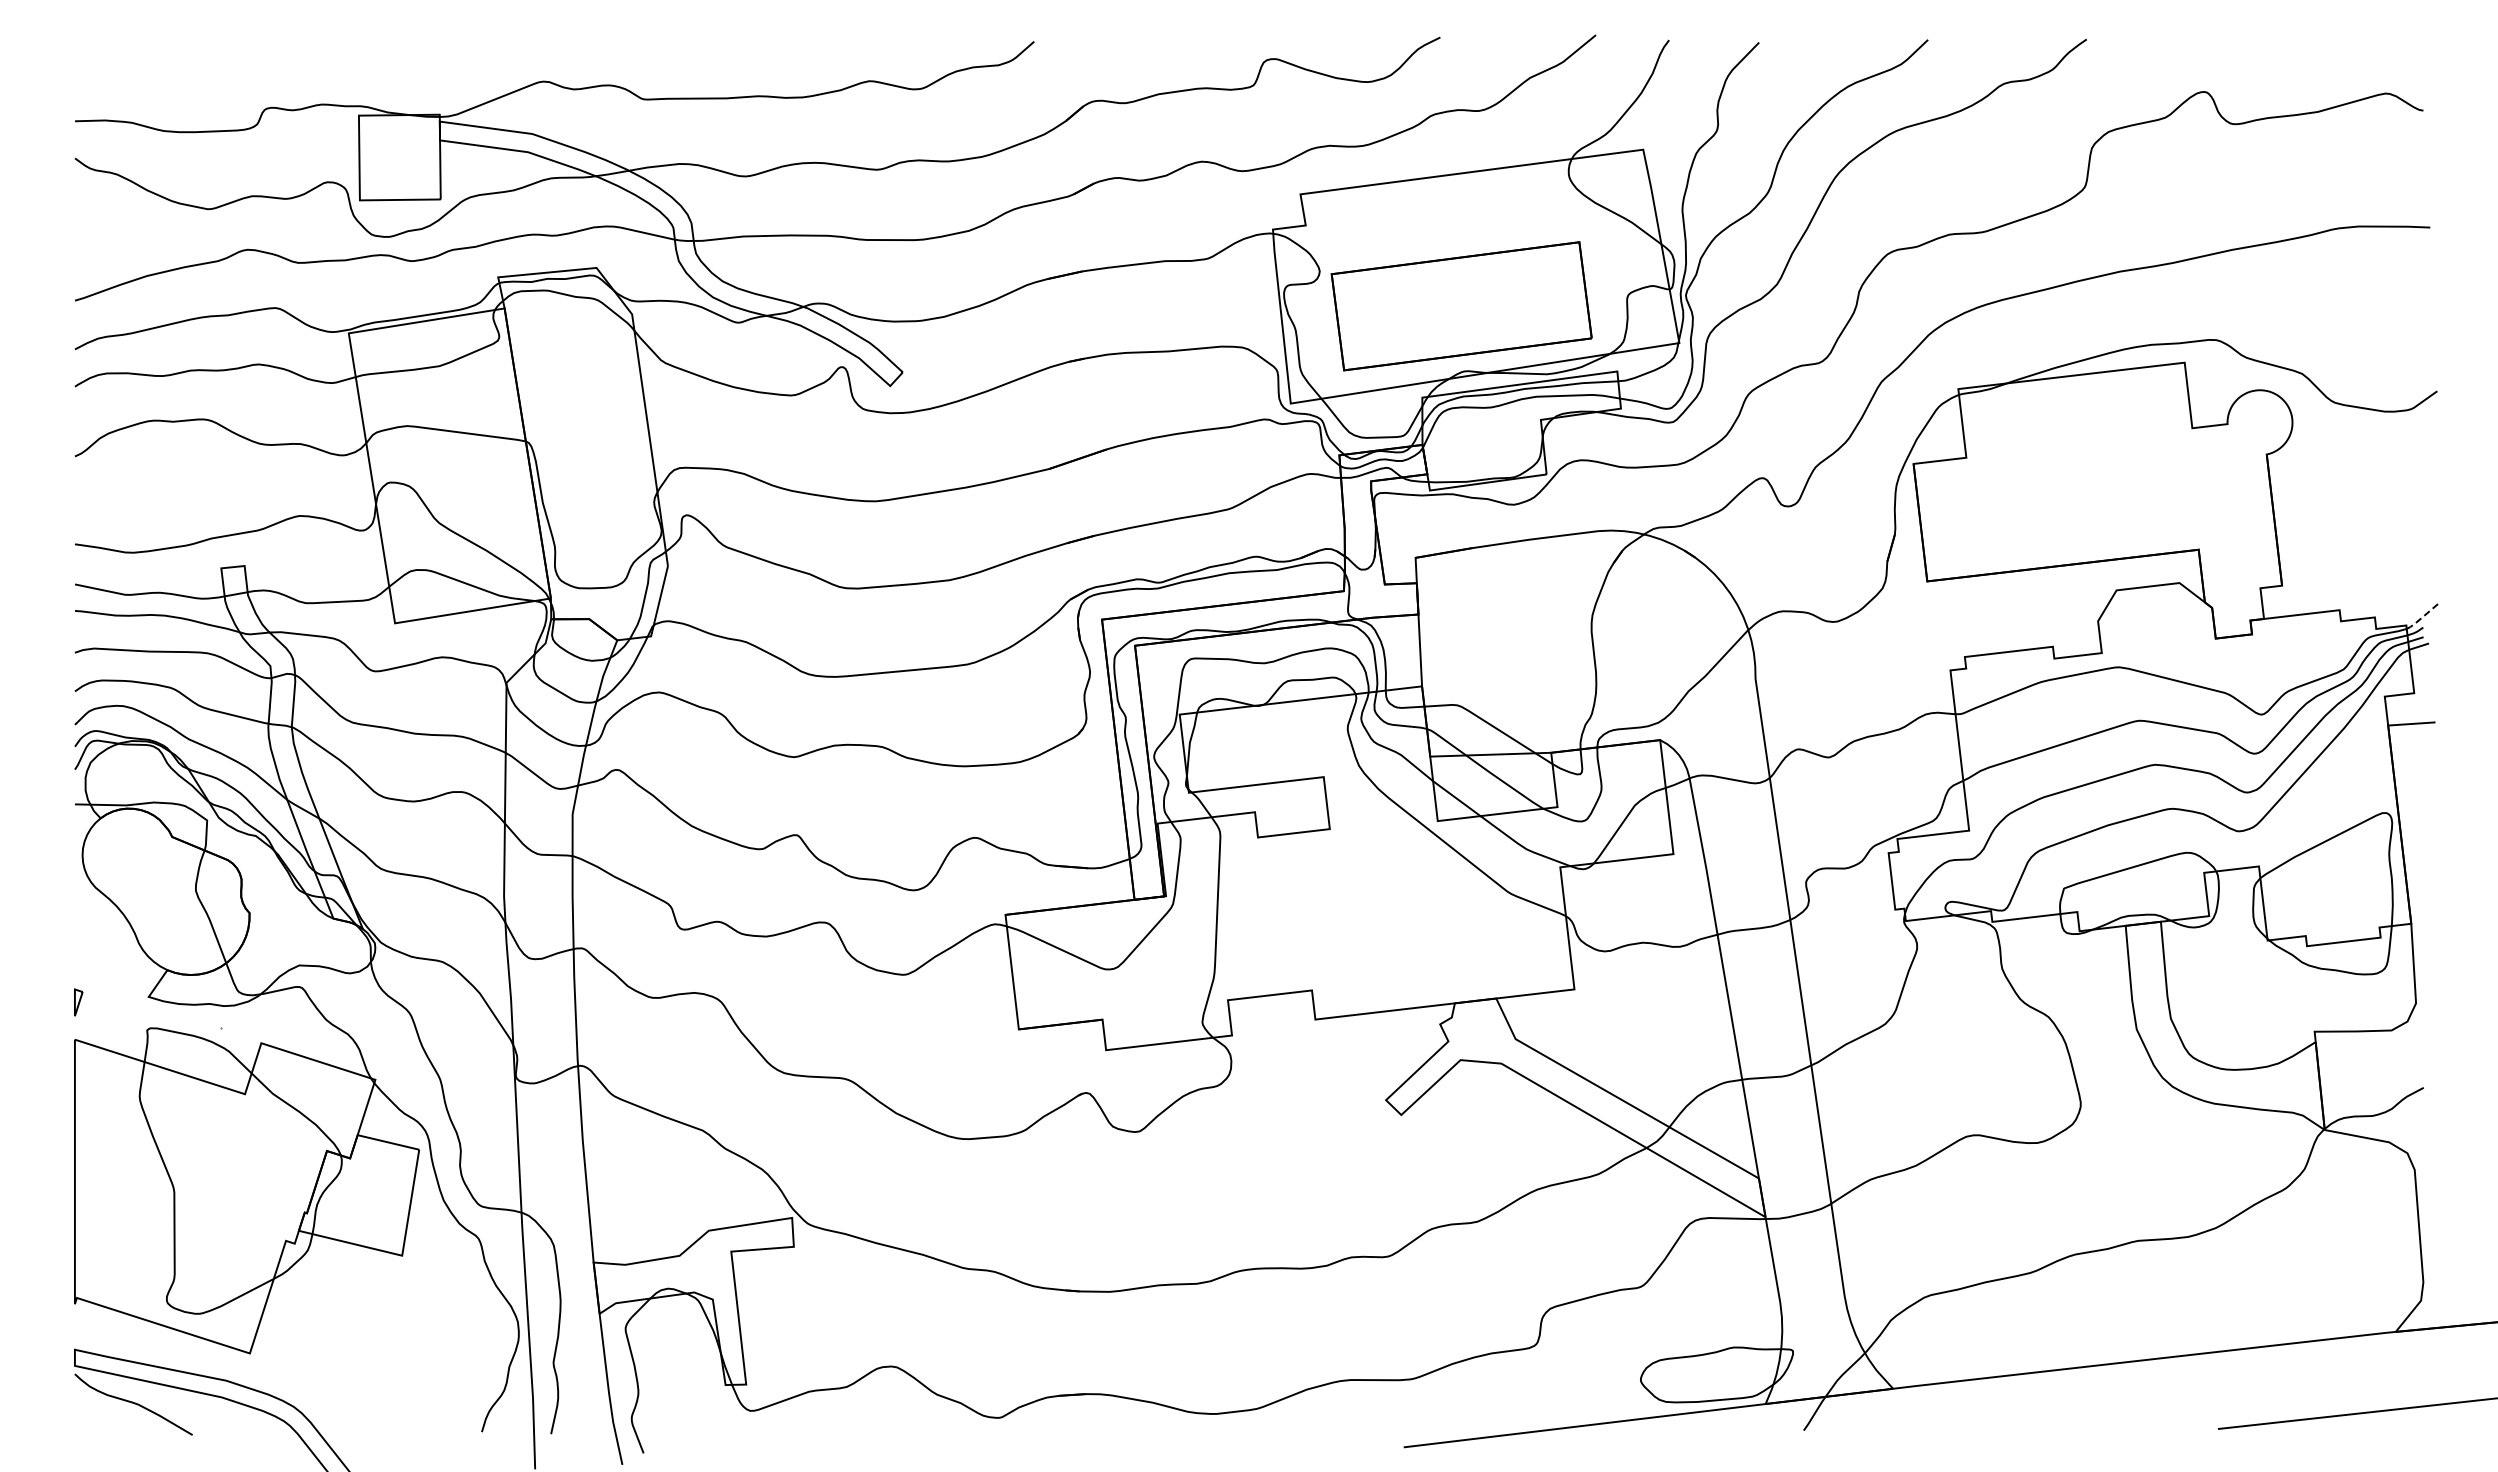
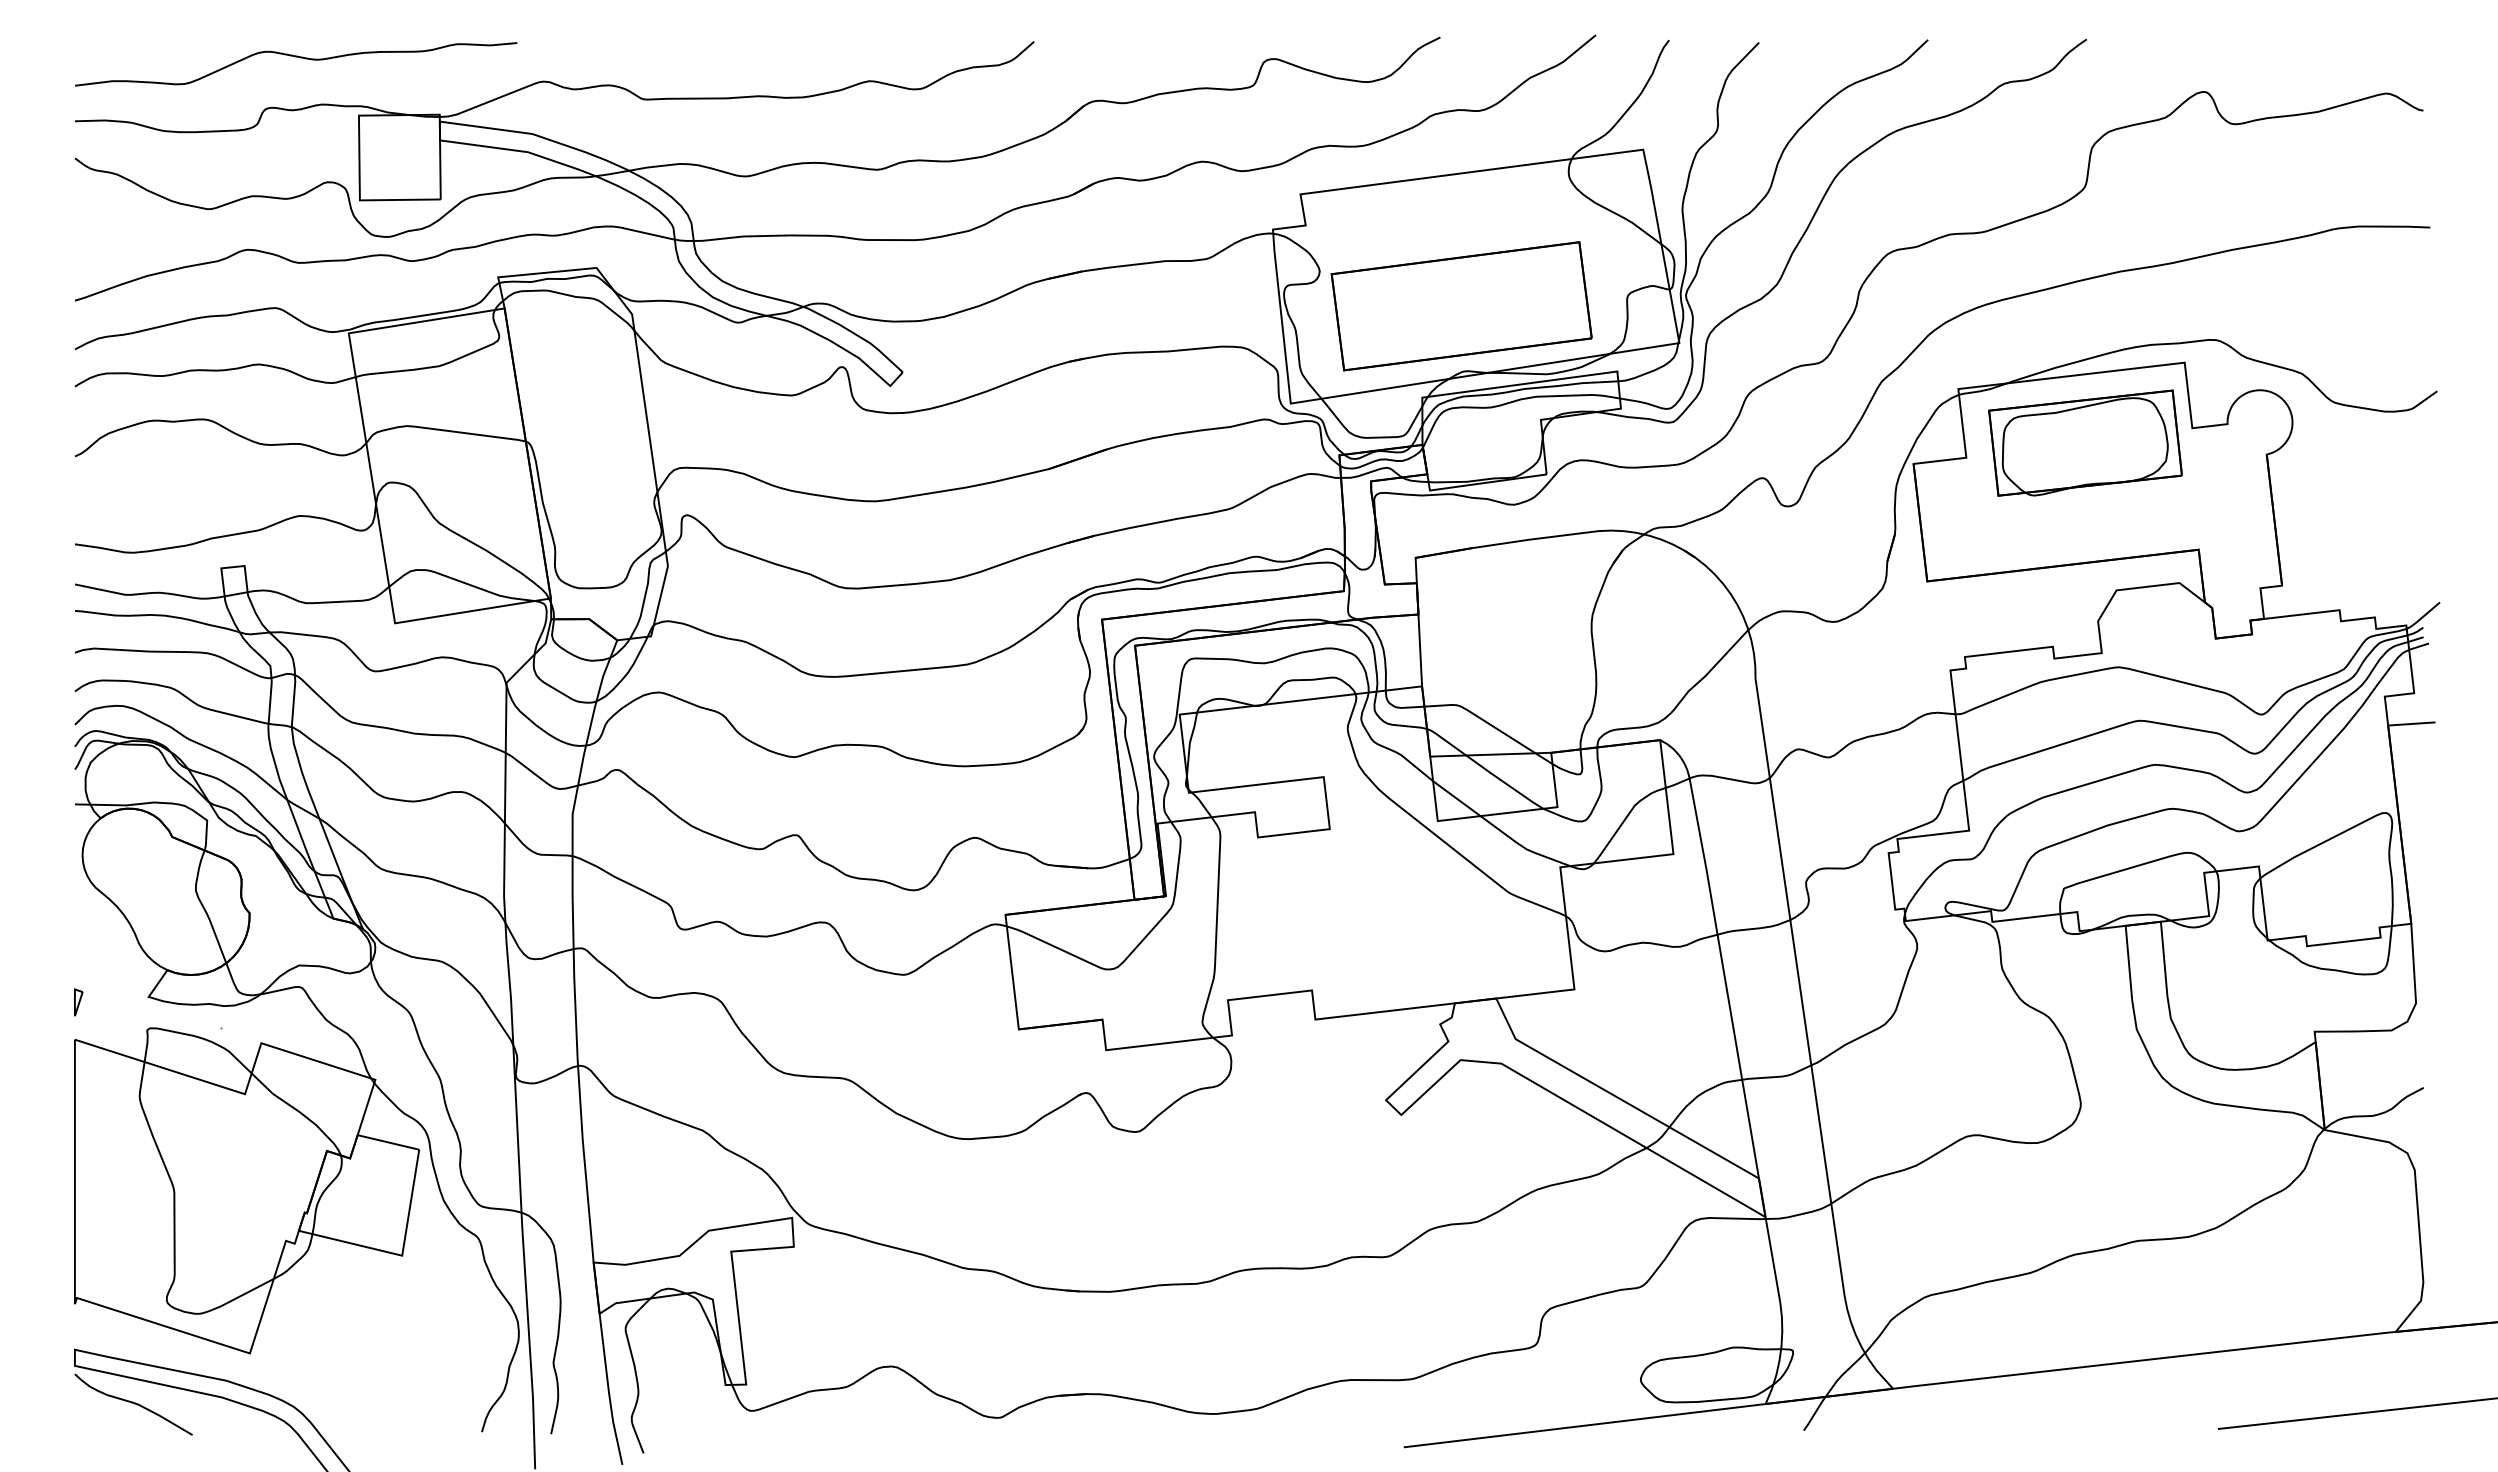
curve at (296, 57): none -> present
part at (2085, 442): none -> present
line at (2422, 616): dashed -> solid
